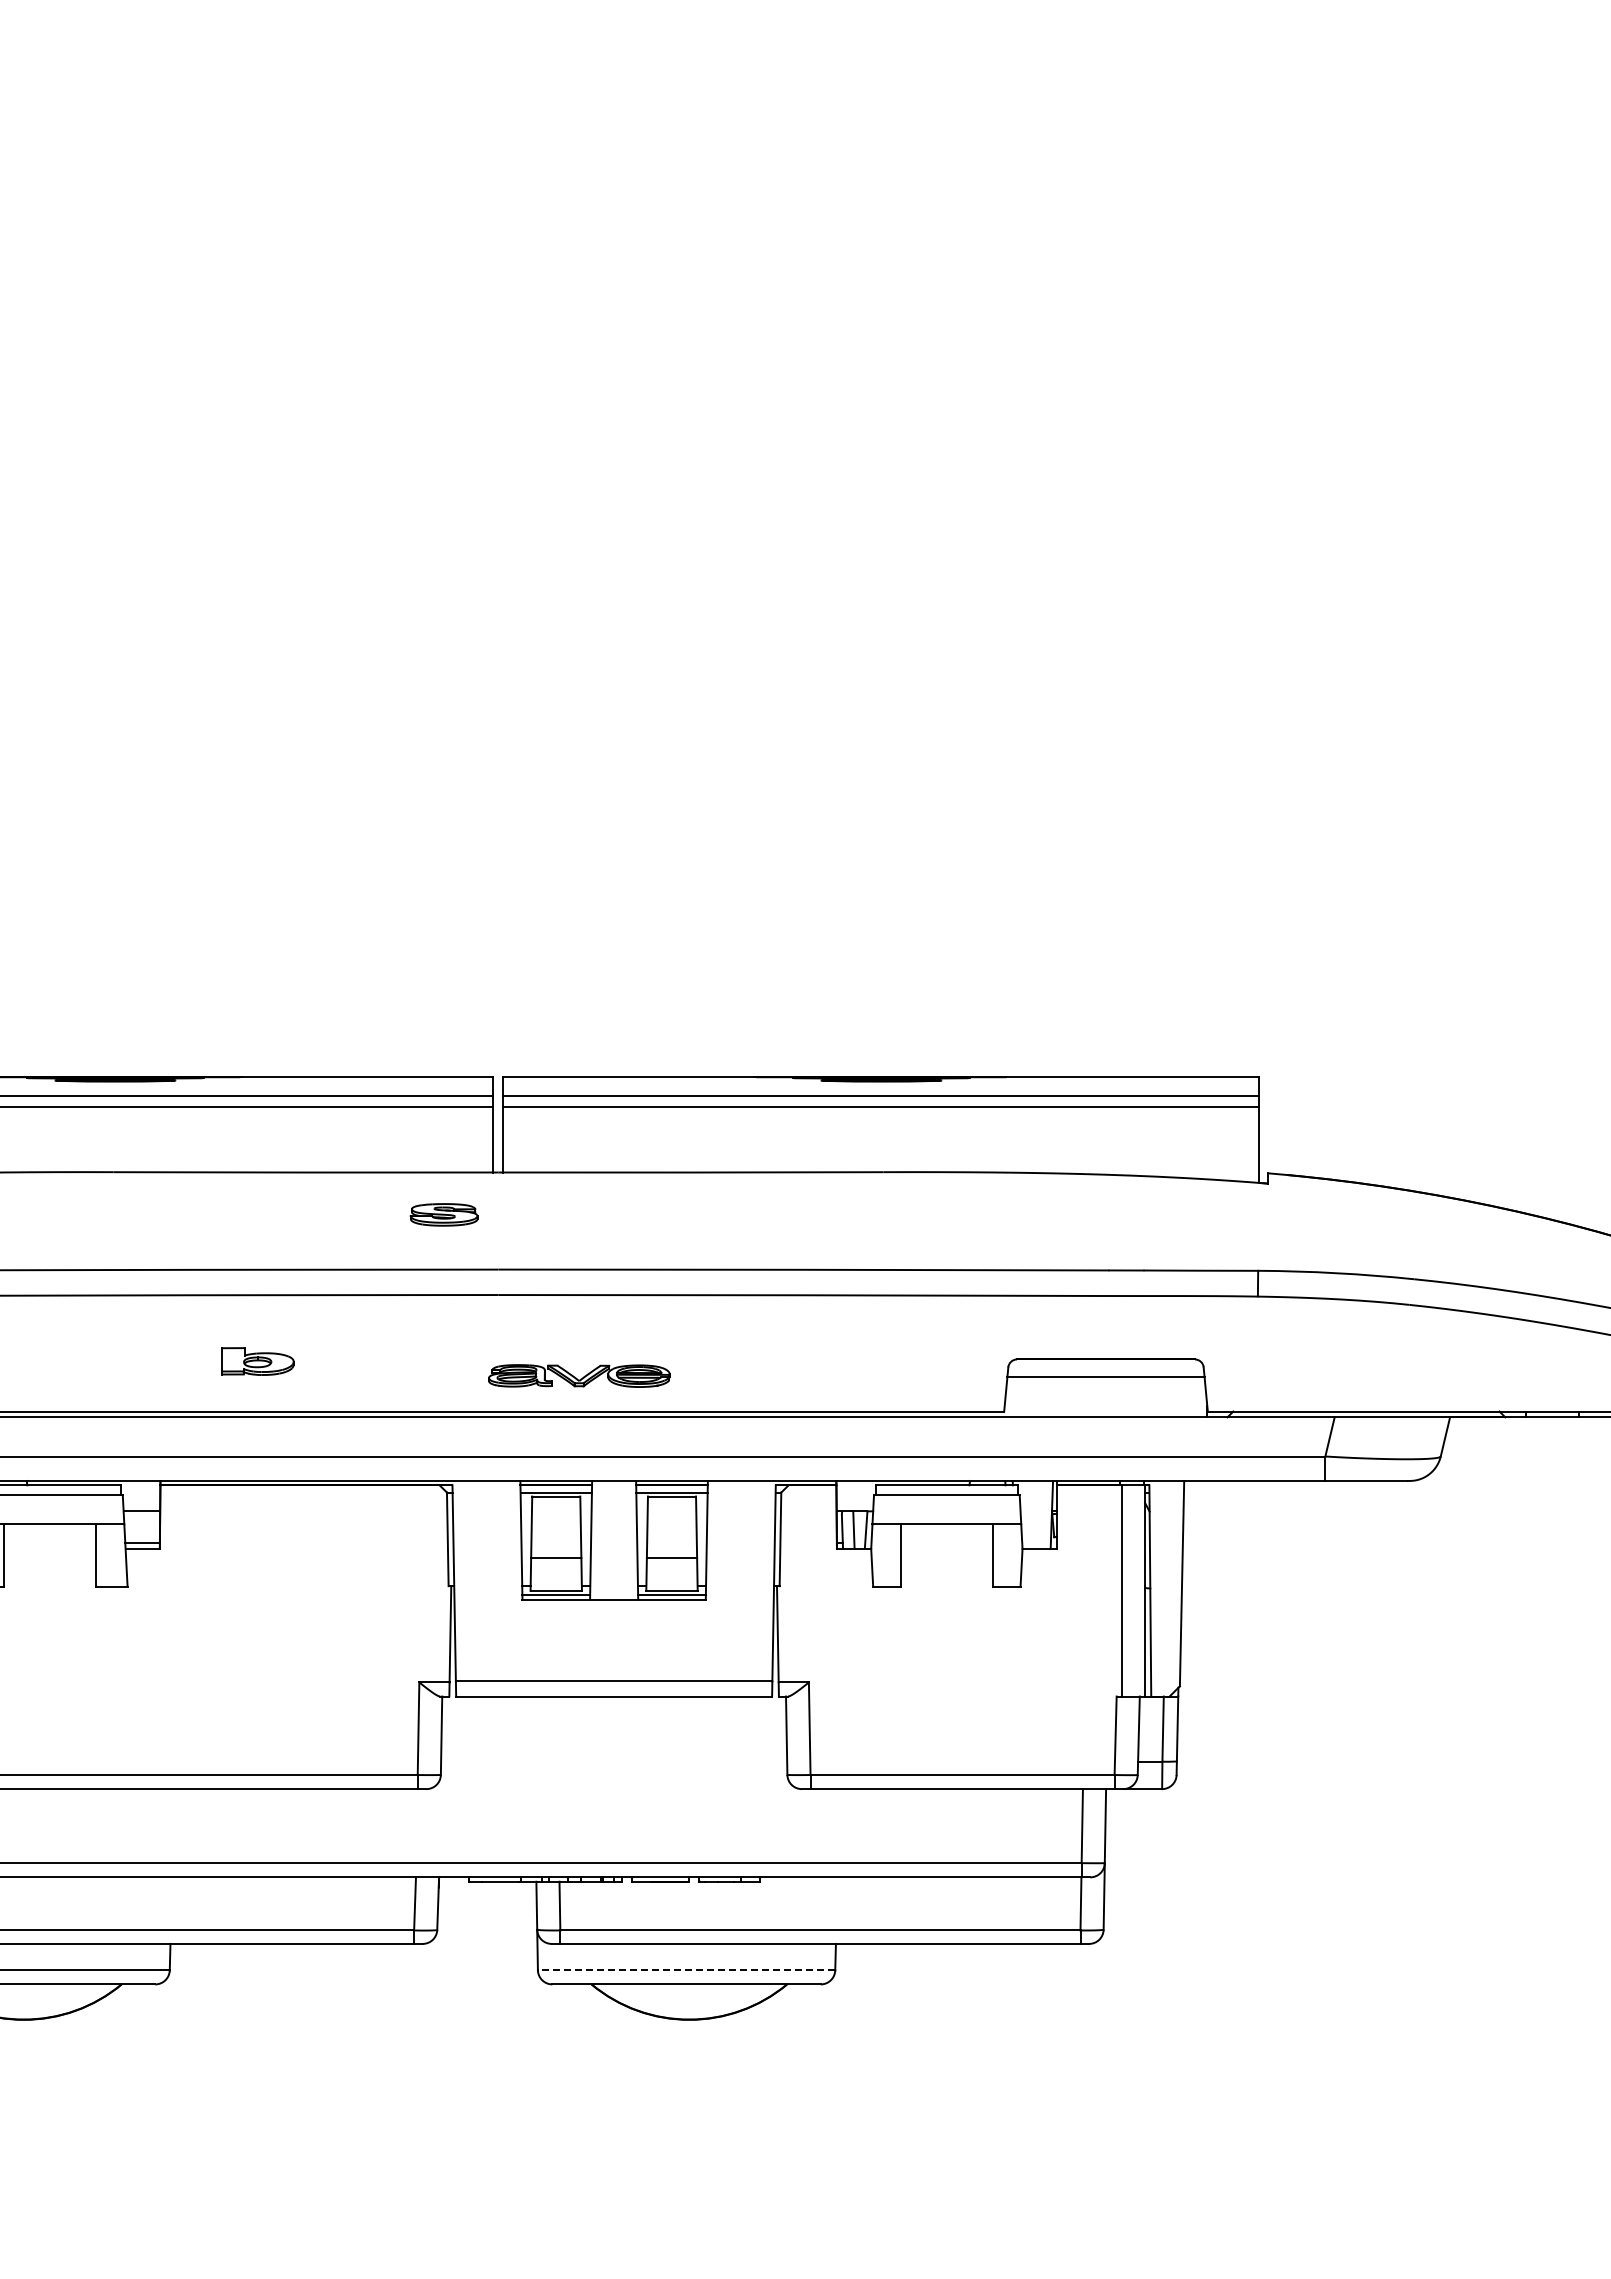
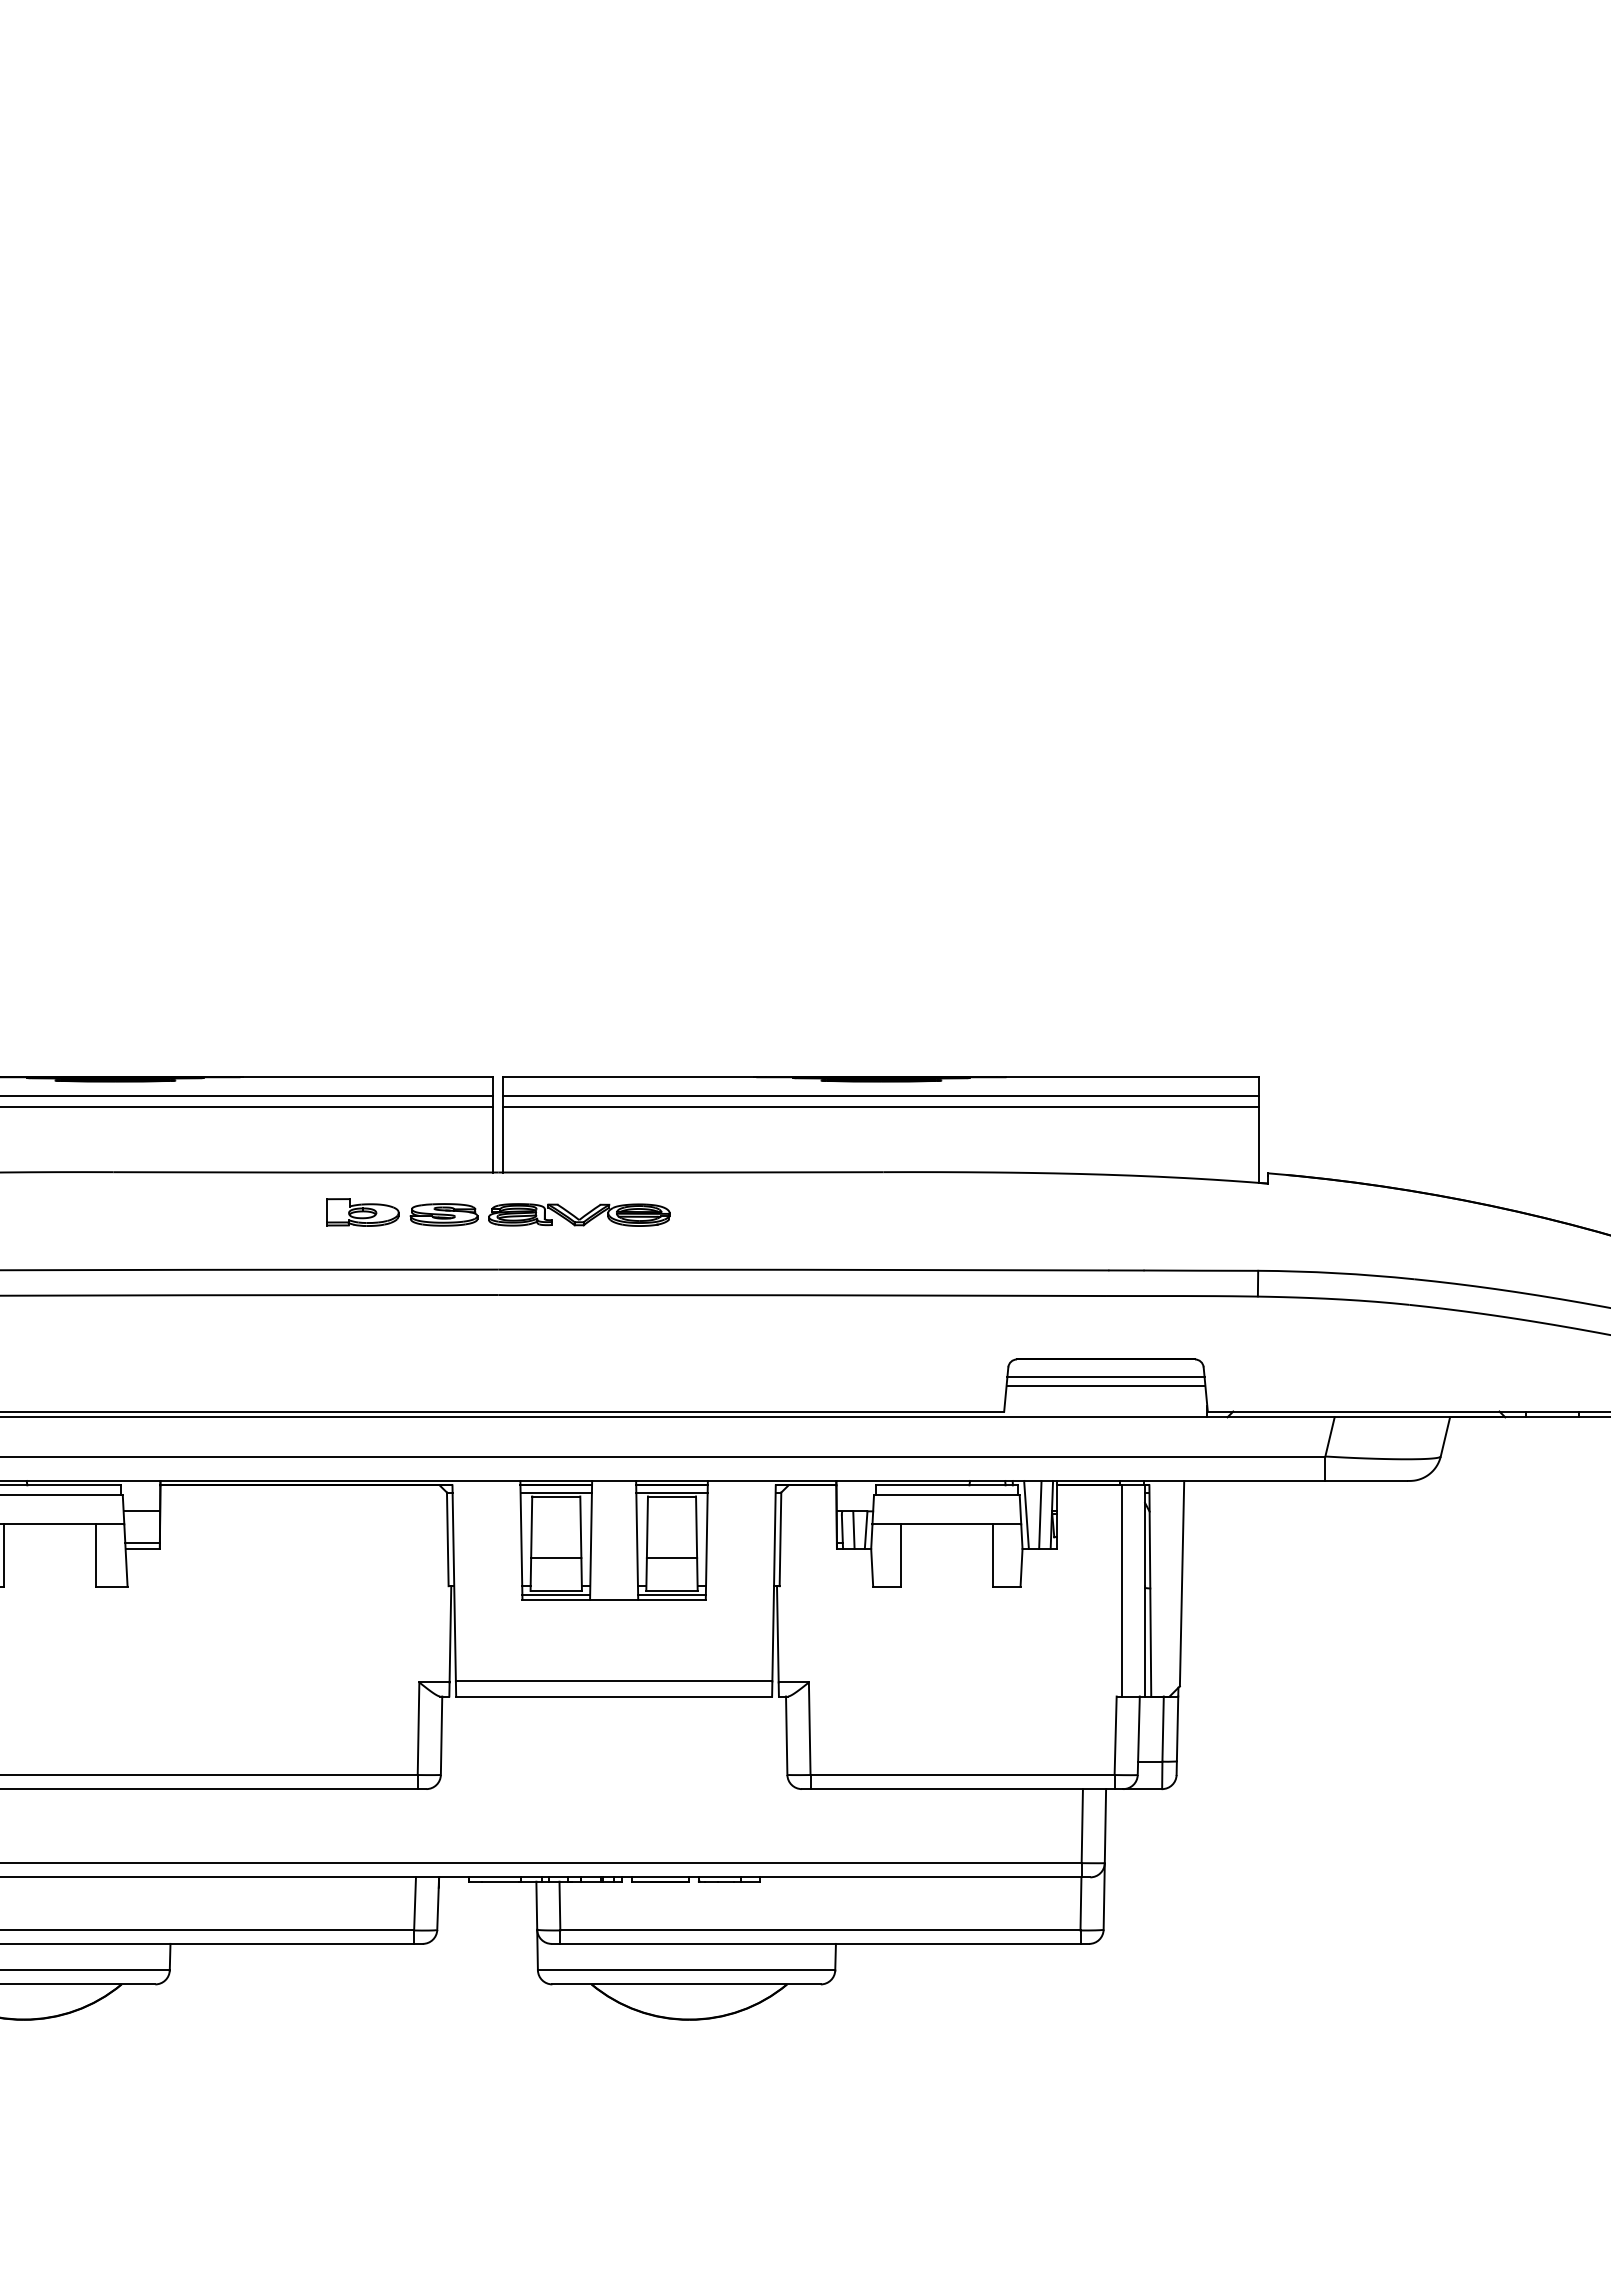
part at (257, 1361) position: (257, 1361) -> (362, 1212)
part at (579, 1375) position: (579, 1375) -> (579, 1214)
line at (1105, 1385): none -> present
line at (1026, 1514): none -> present
line at (1040, 1514): none -> present
line at (686, 1970): dashed -> solid
